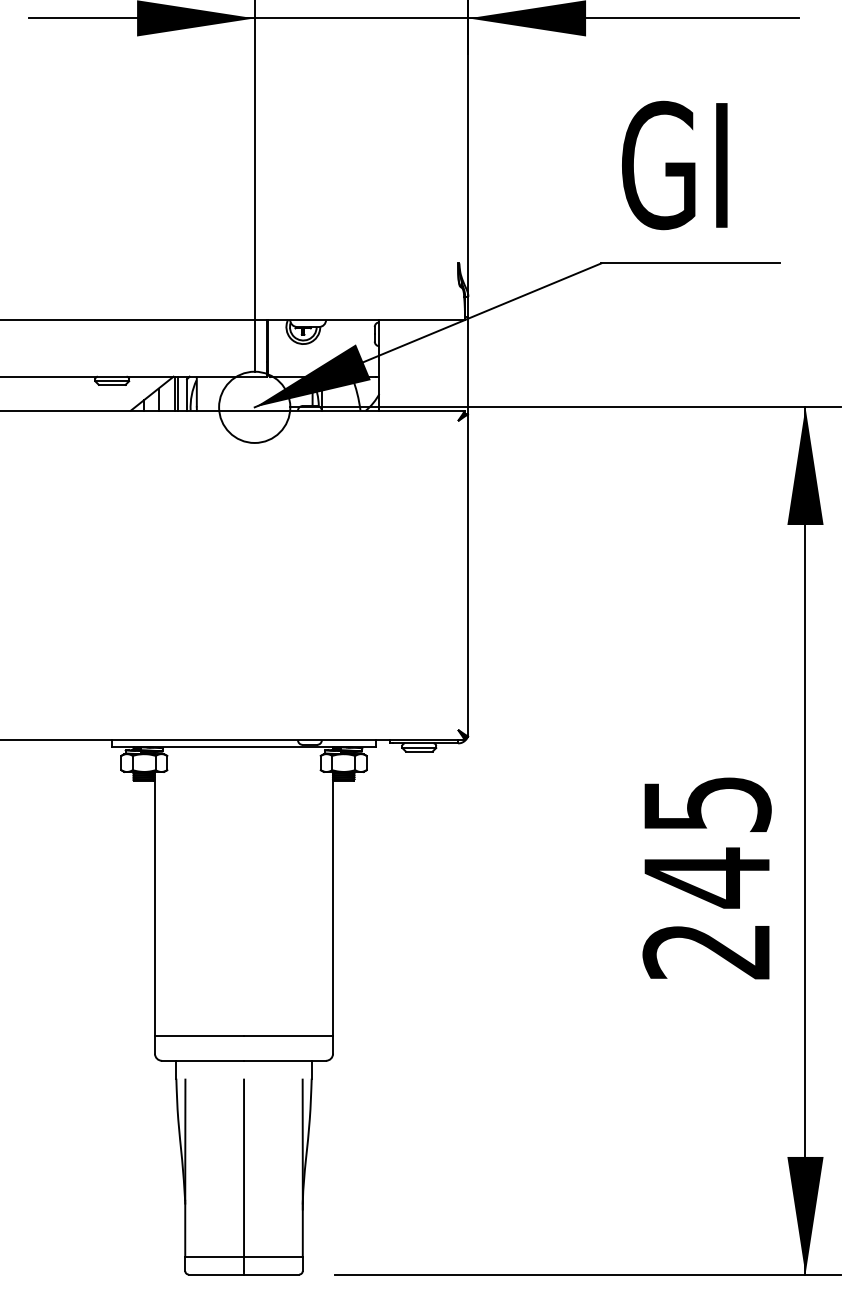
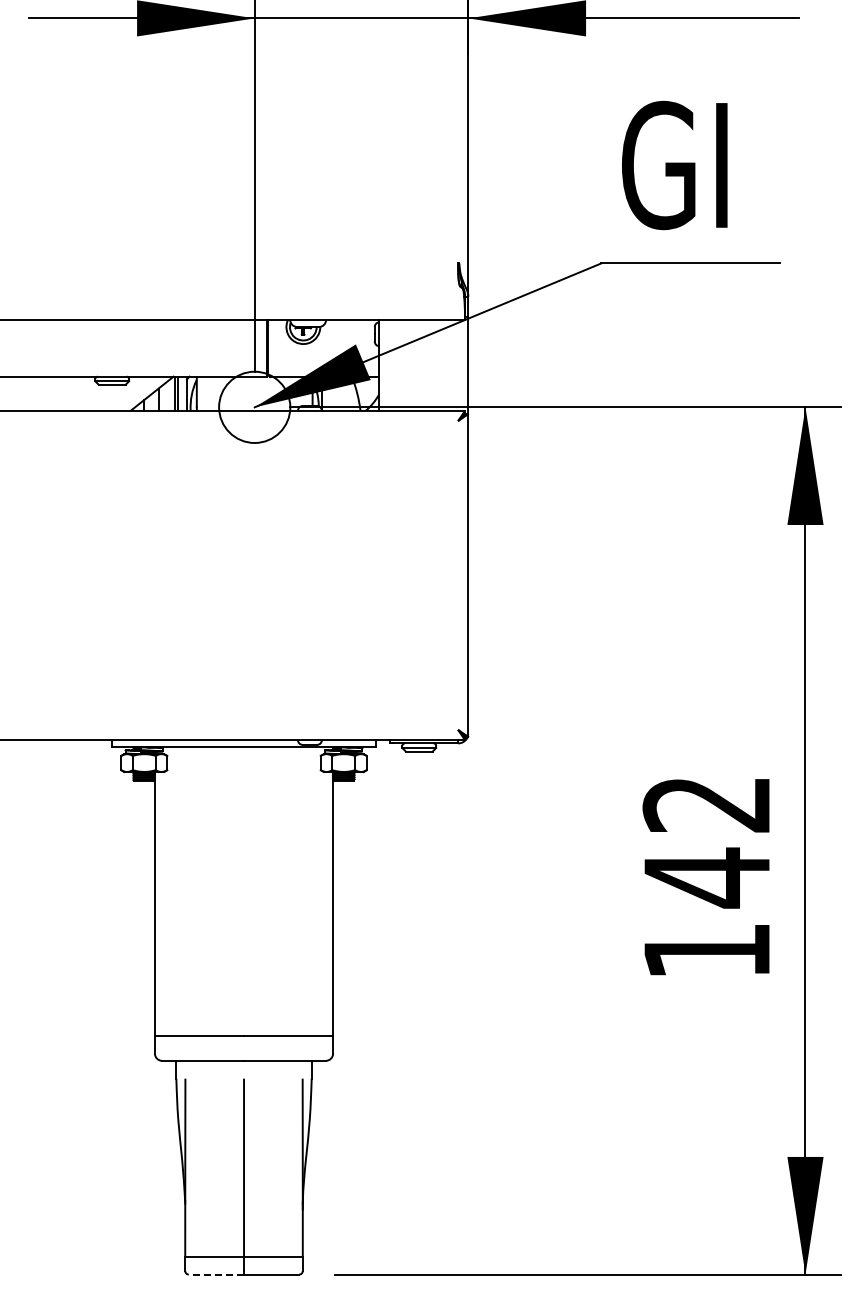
text at (706, 878): 245 -> 142
line at (216, 1274): solid -> dashed
